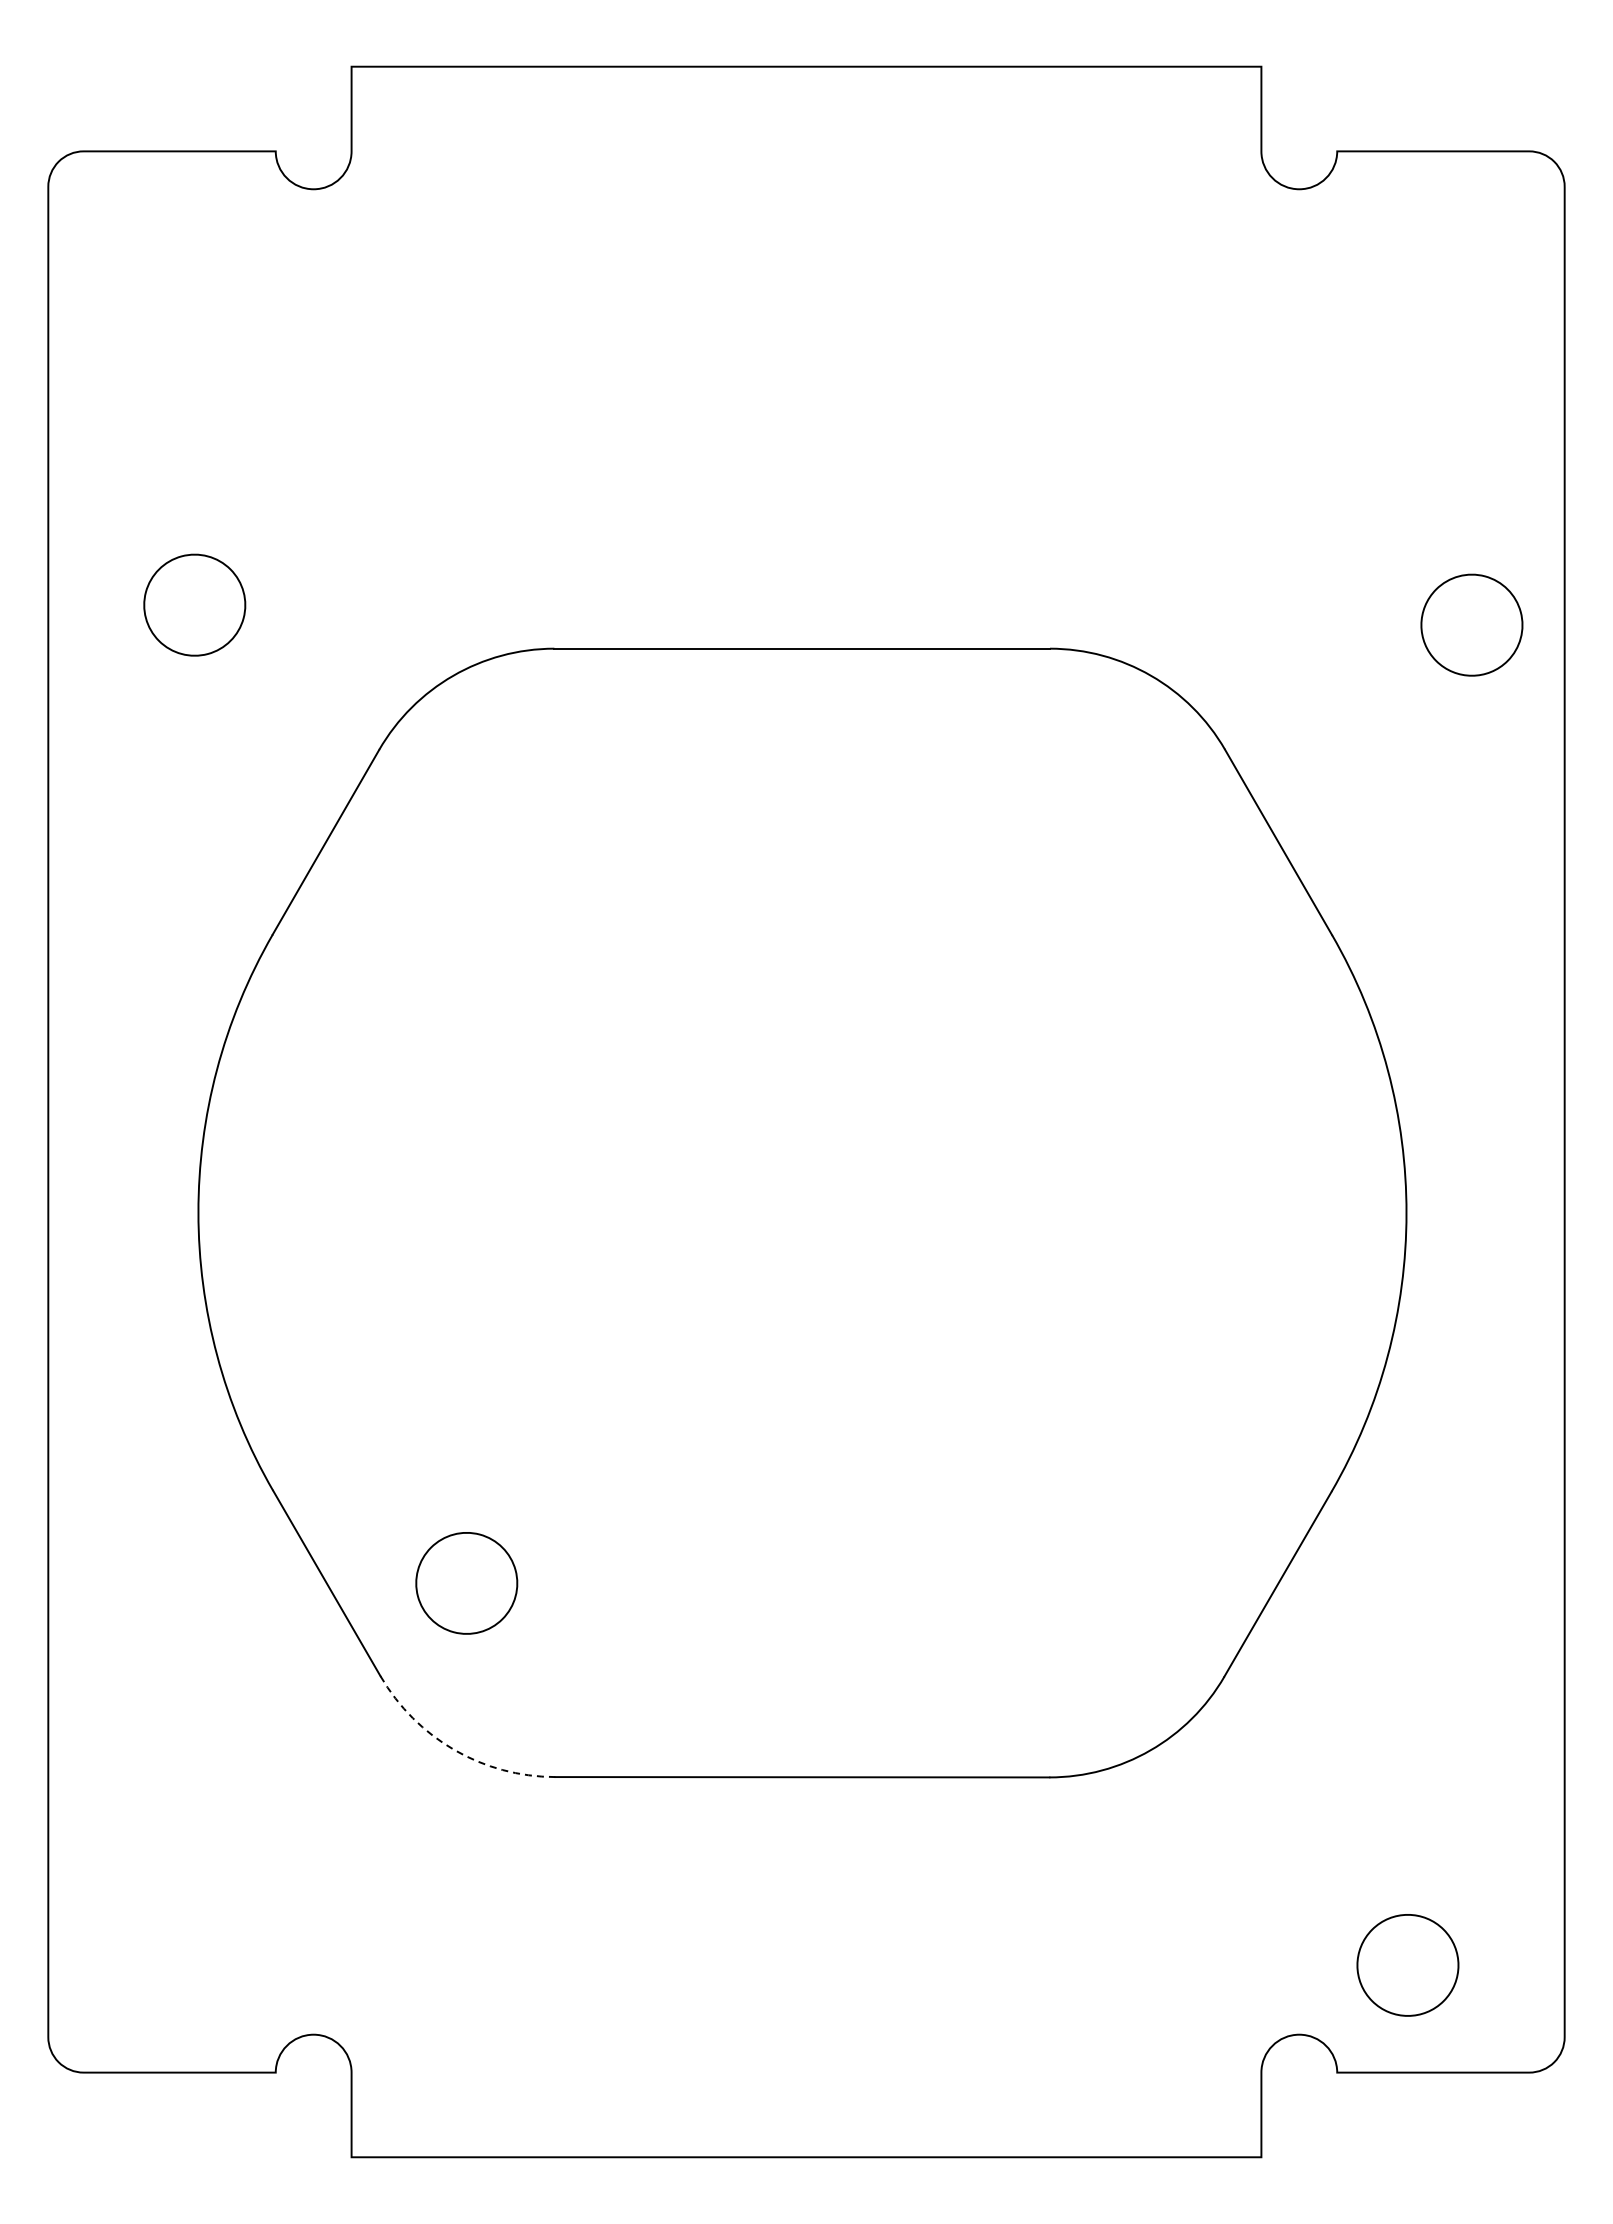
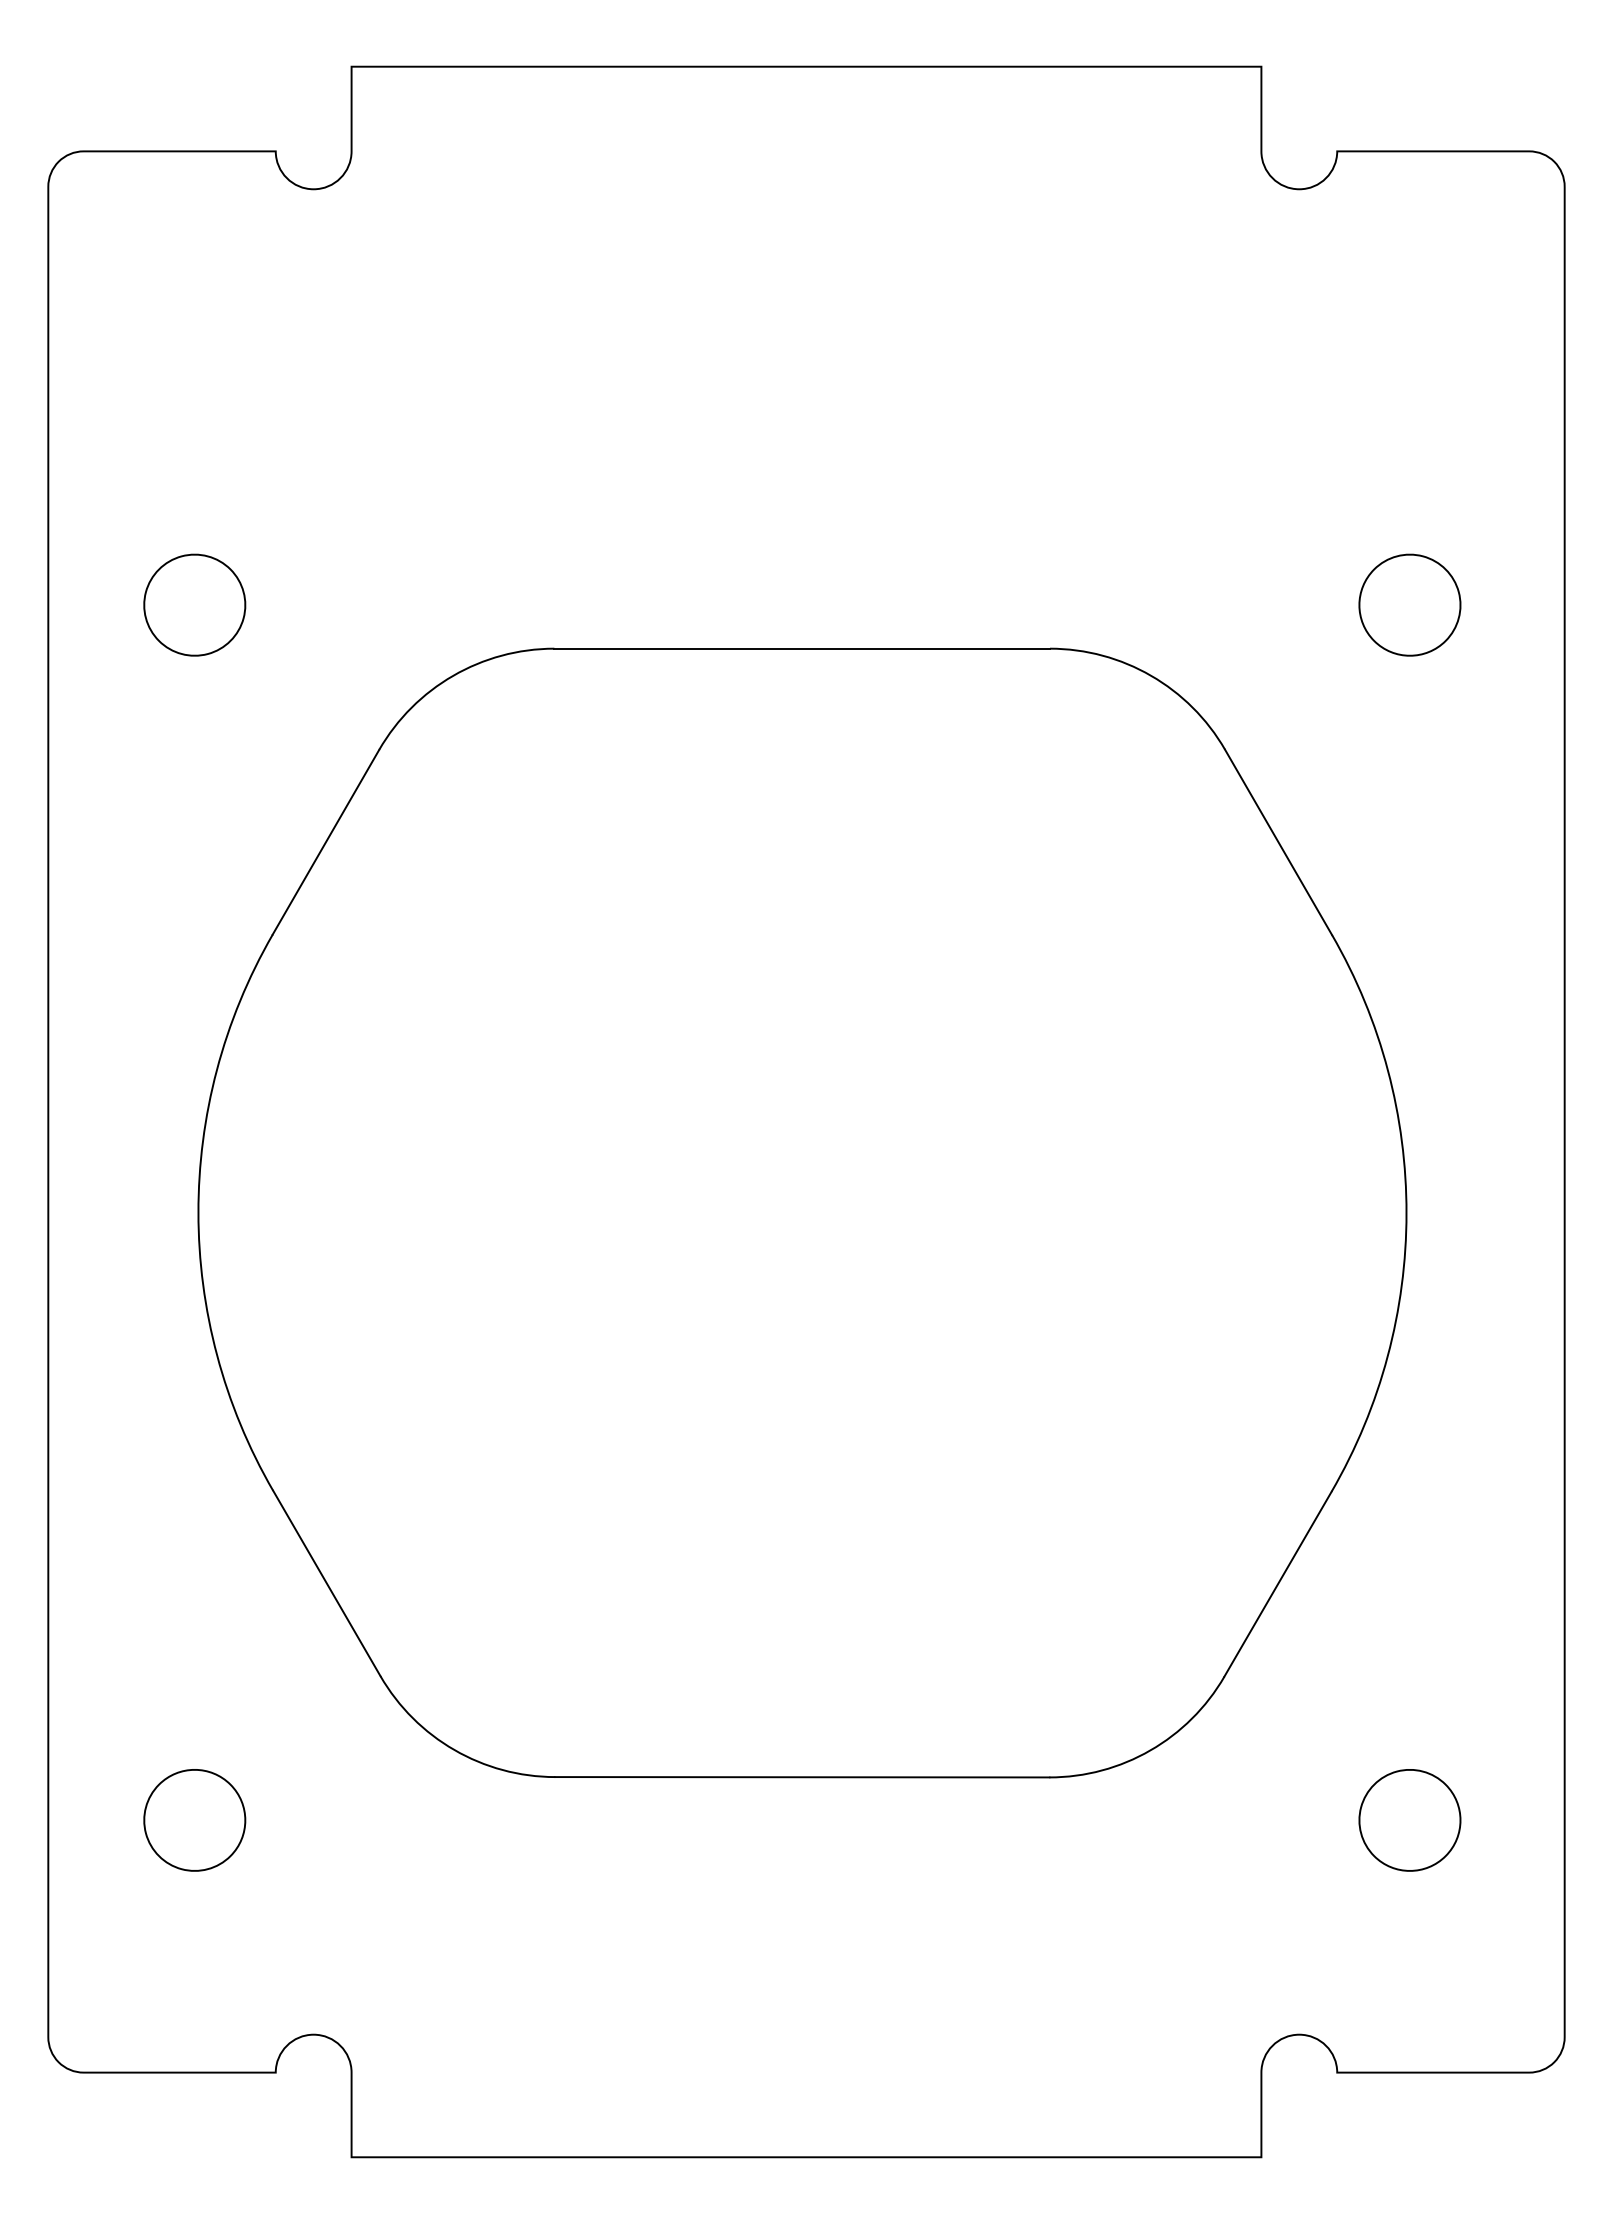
part at (1471, 624) position: (1471, 624) -> (1409, 604)
part at (466, 1583) position: (466, 1583) -> (194, 1820)
arc at (454, 1750): dashed -> solid
part at (1407, 1965) position: (1407, 1965) -> (1409, 1820)
